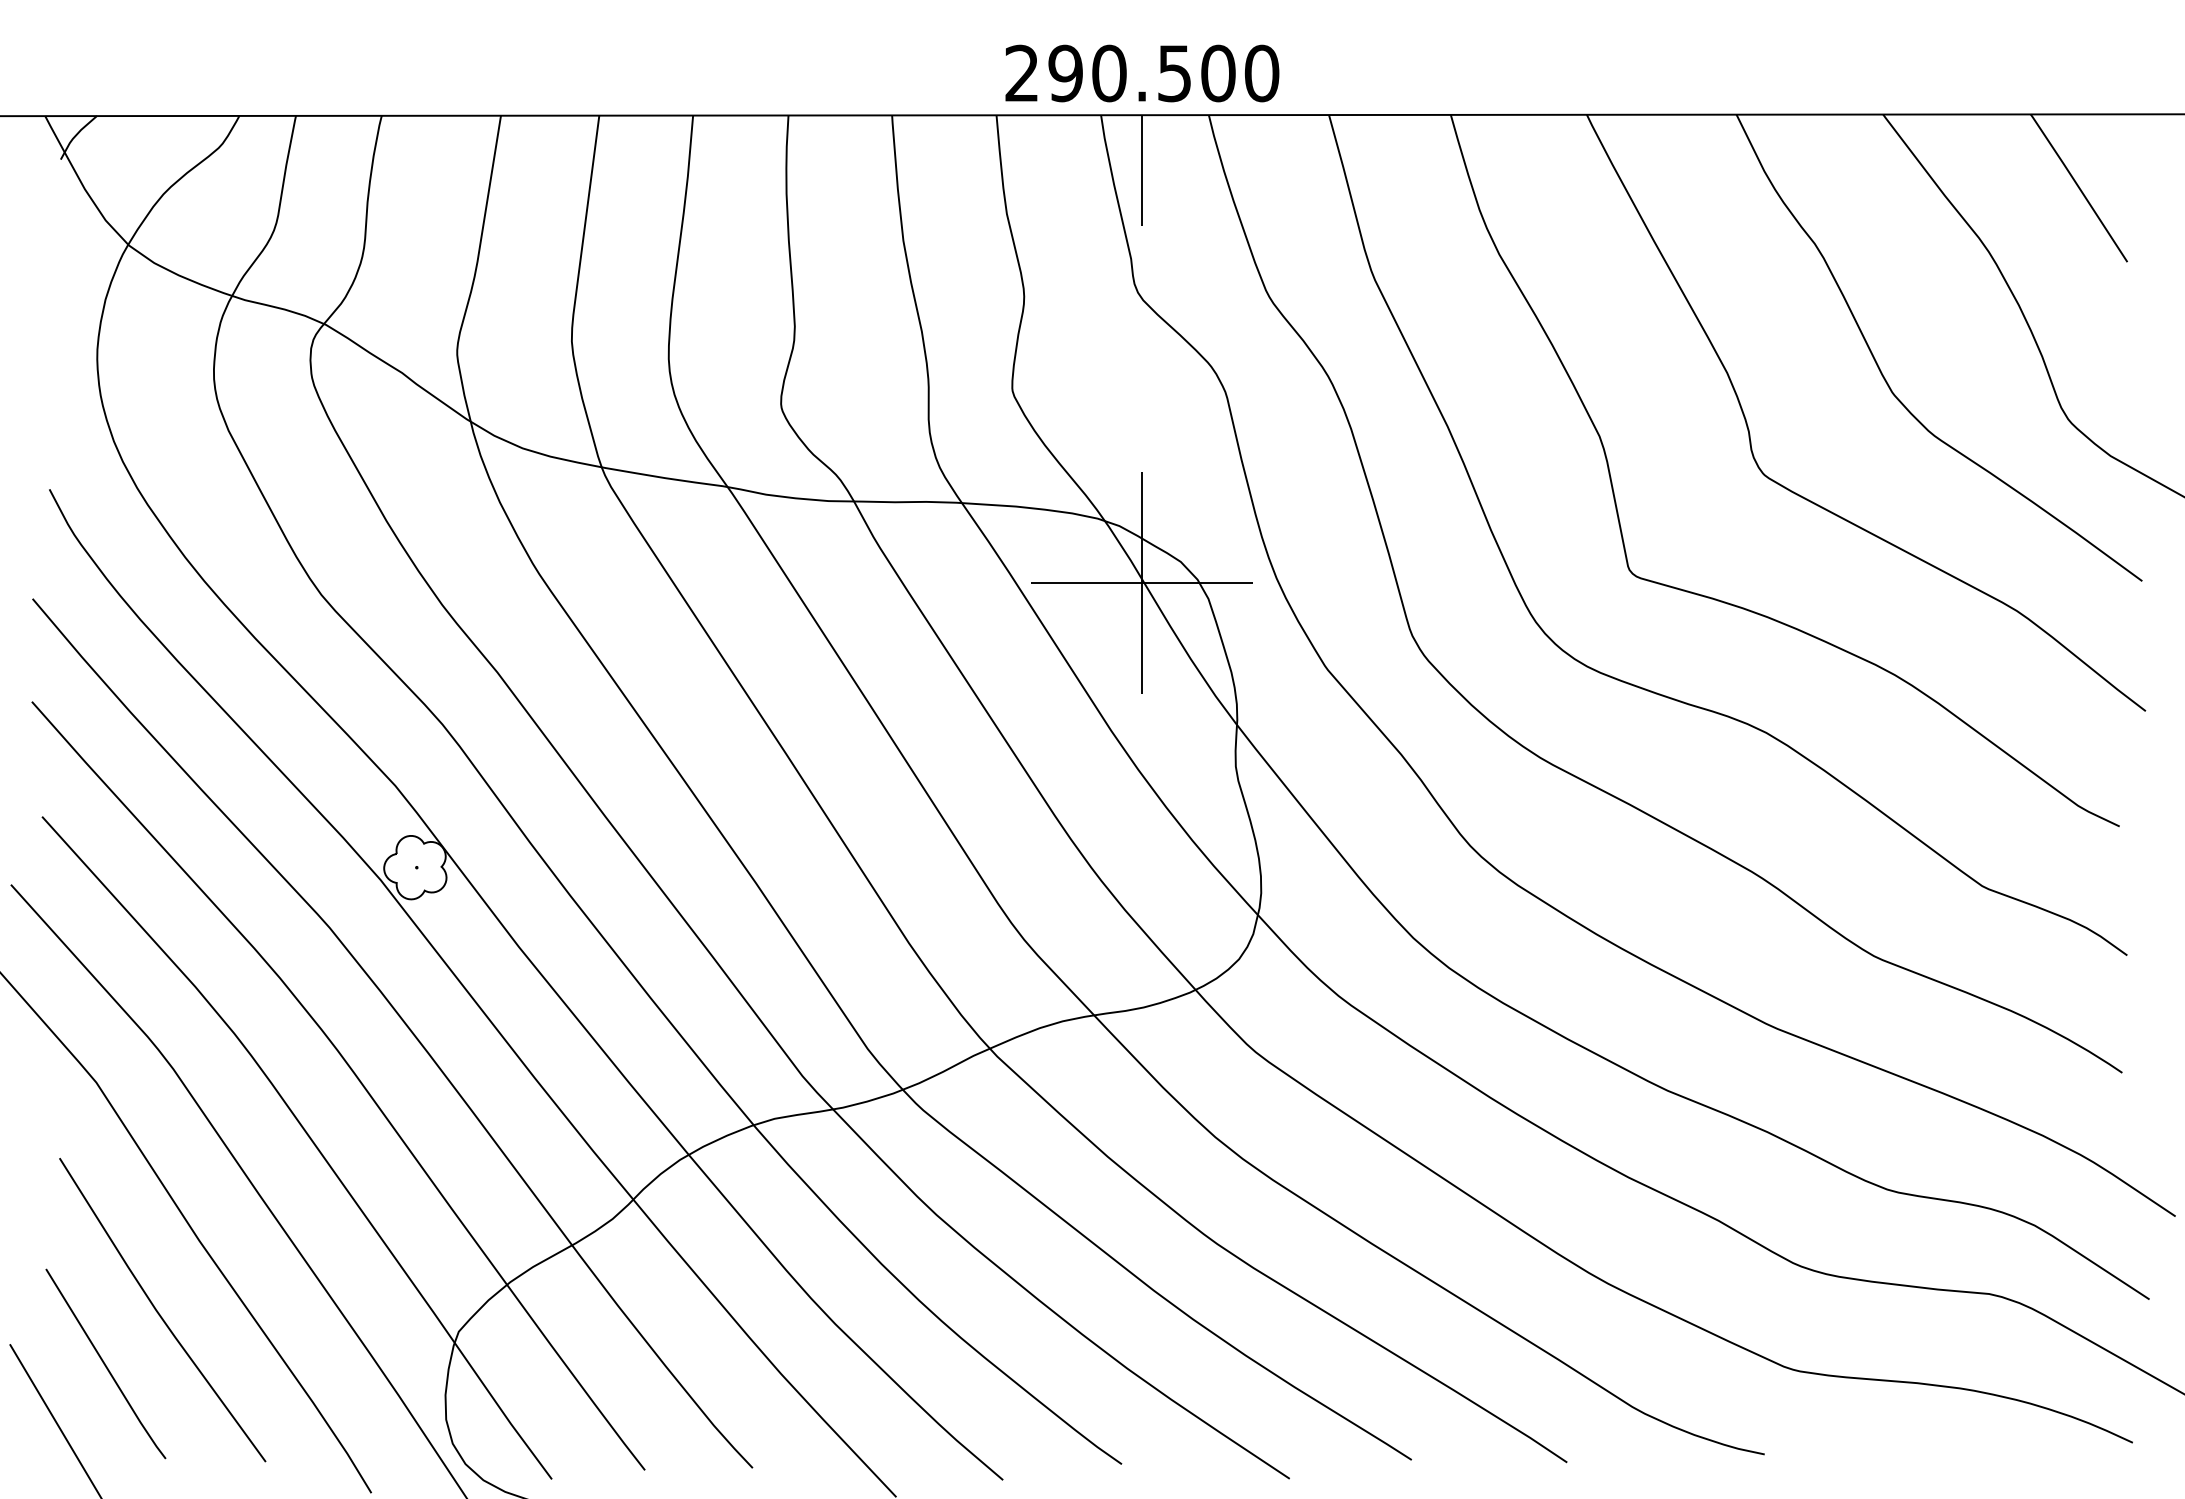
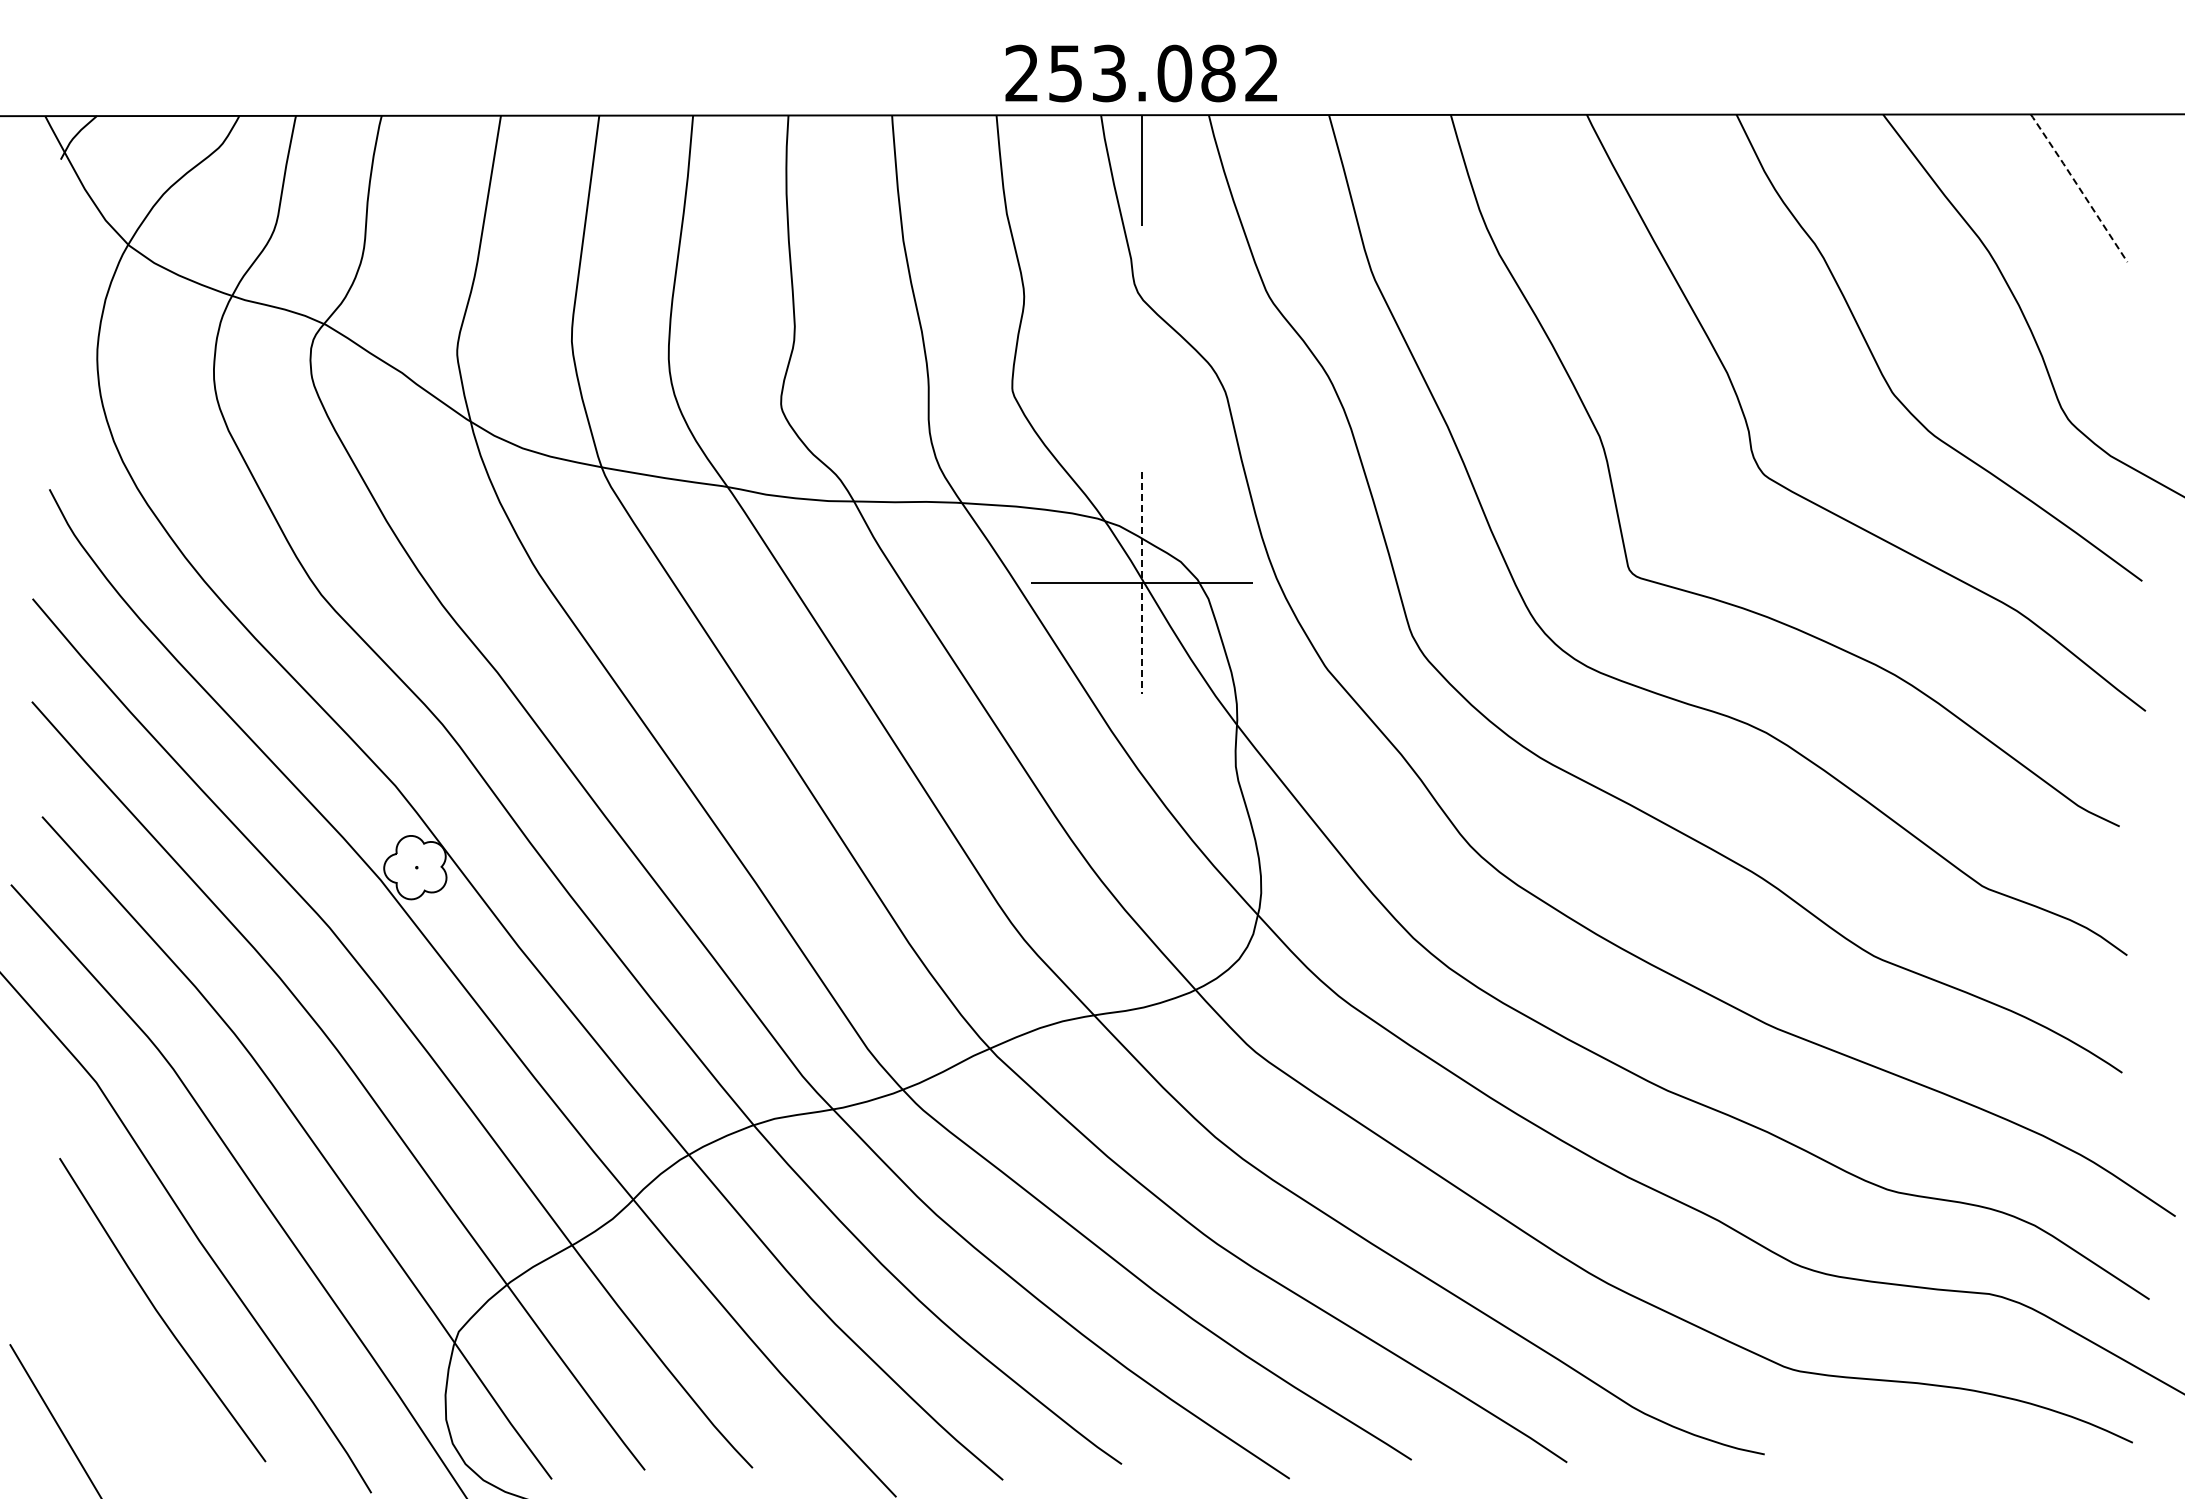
text at (1163, 73): 290.500 -> 253.082
line at (2078, 187): solid -> dashed
line at (1142, 583): solid -> dashed
line at (105, 1363): present -> none
